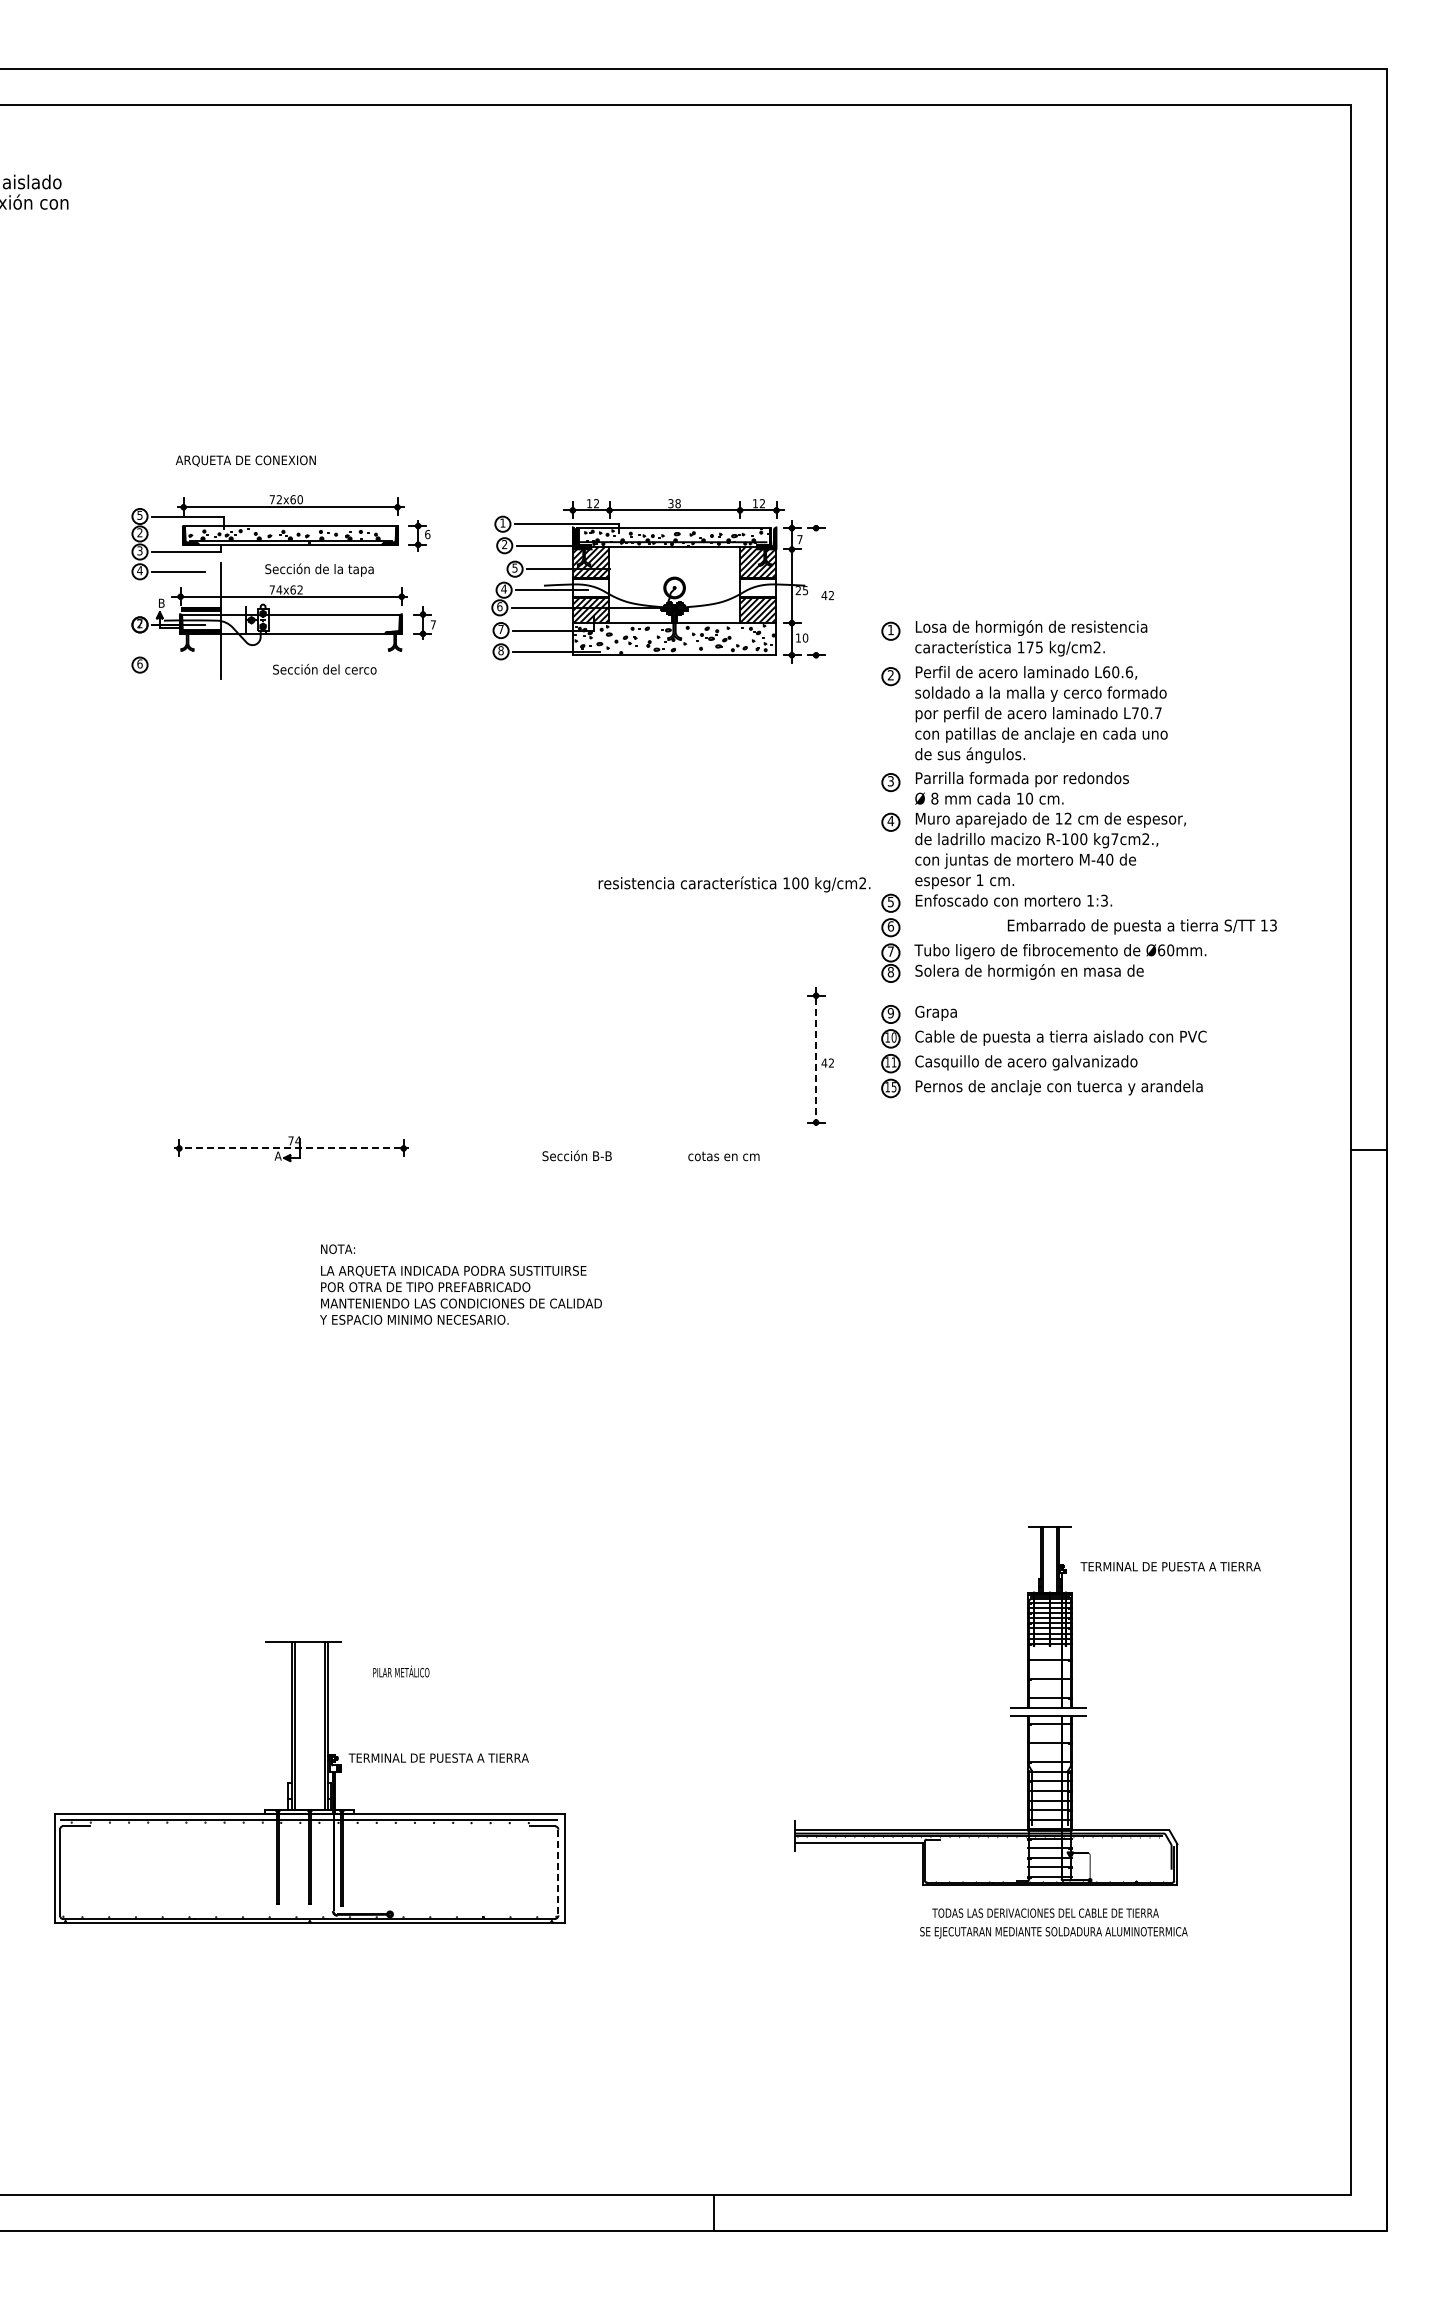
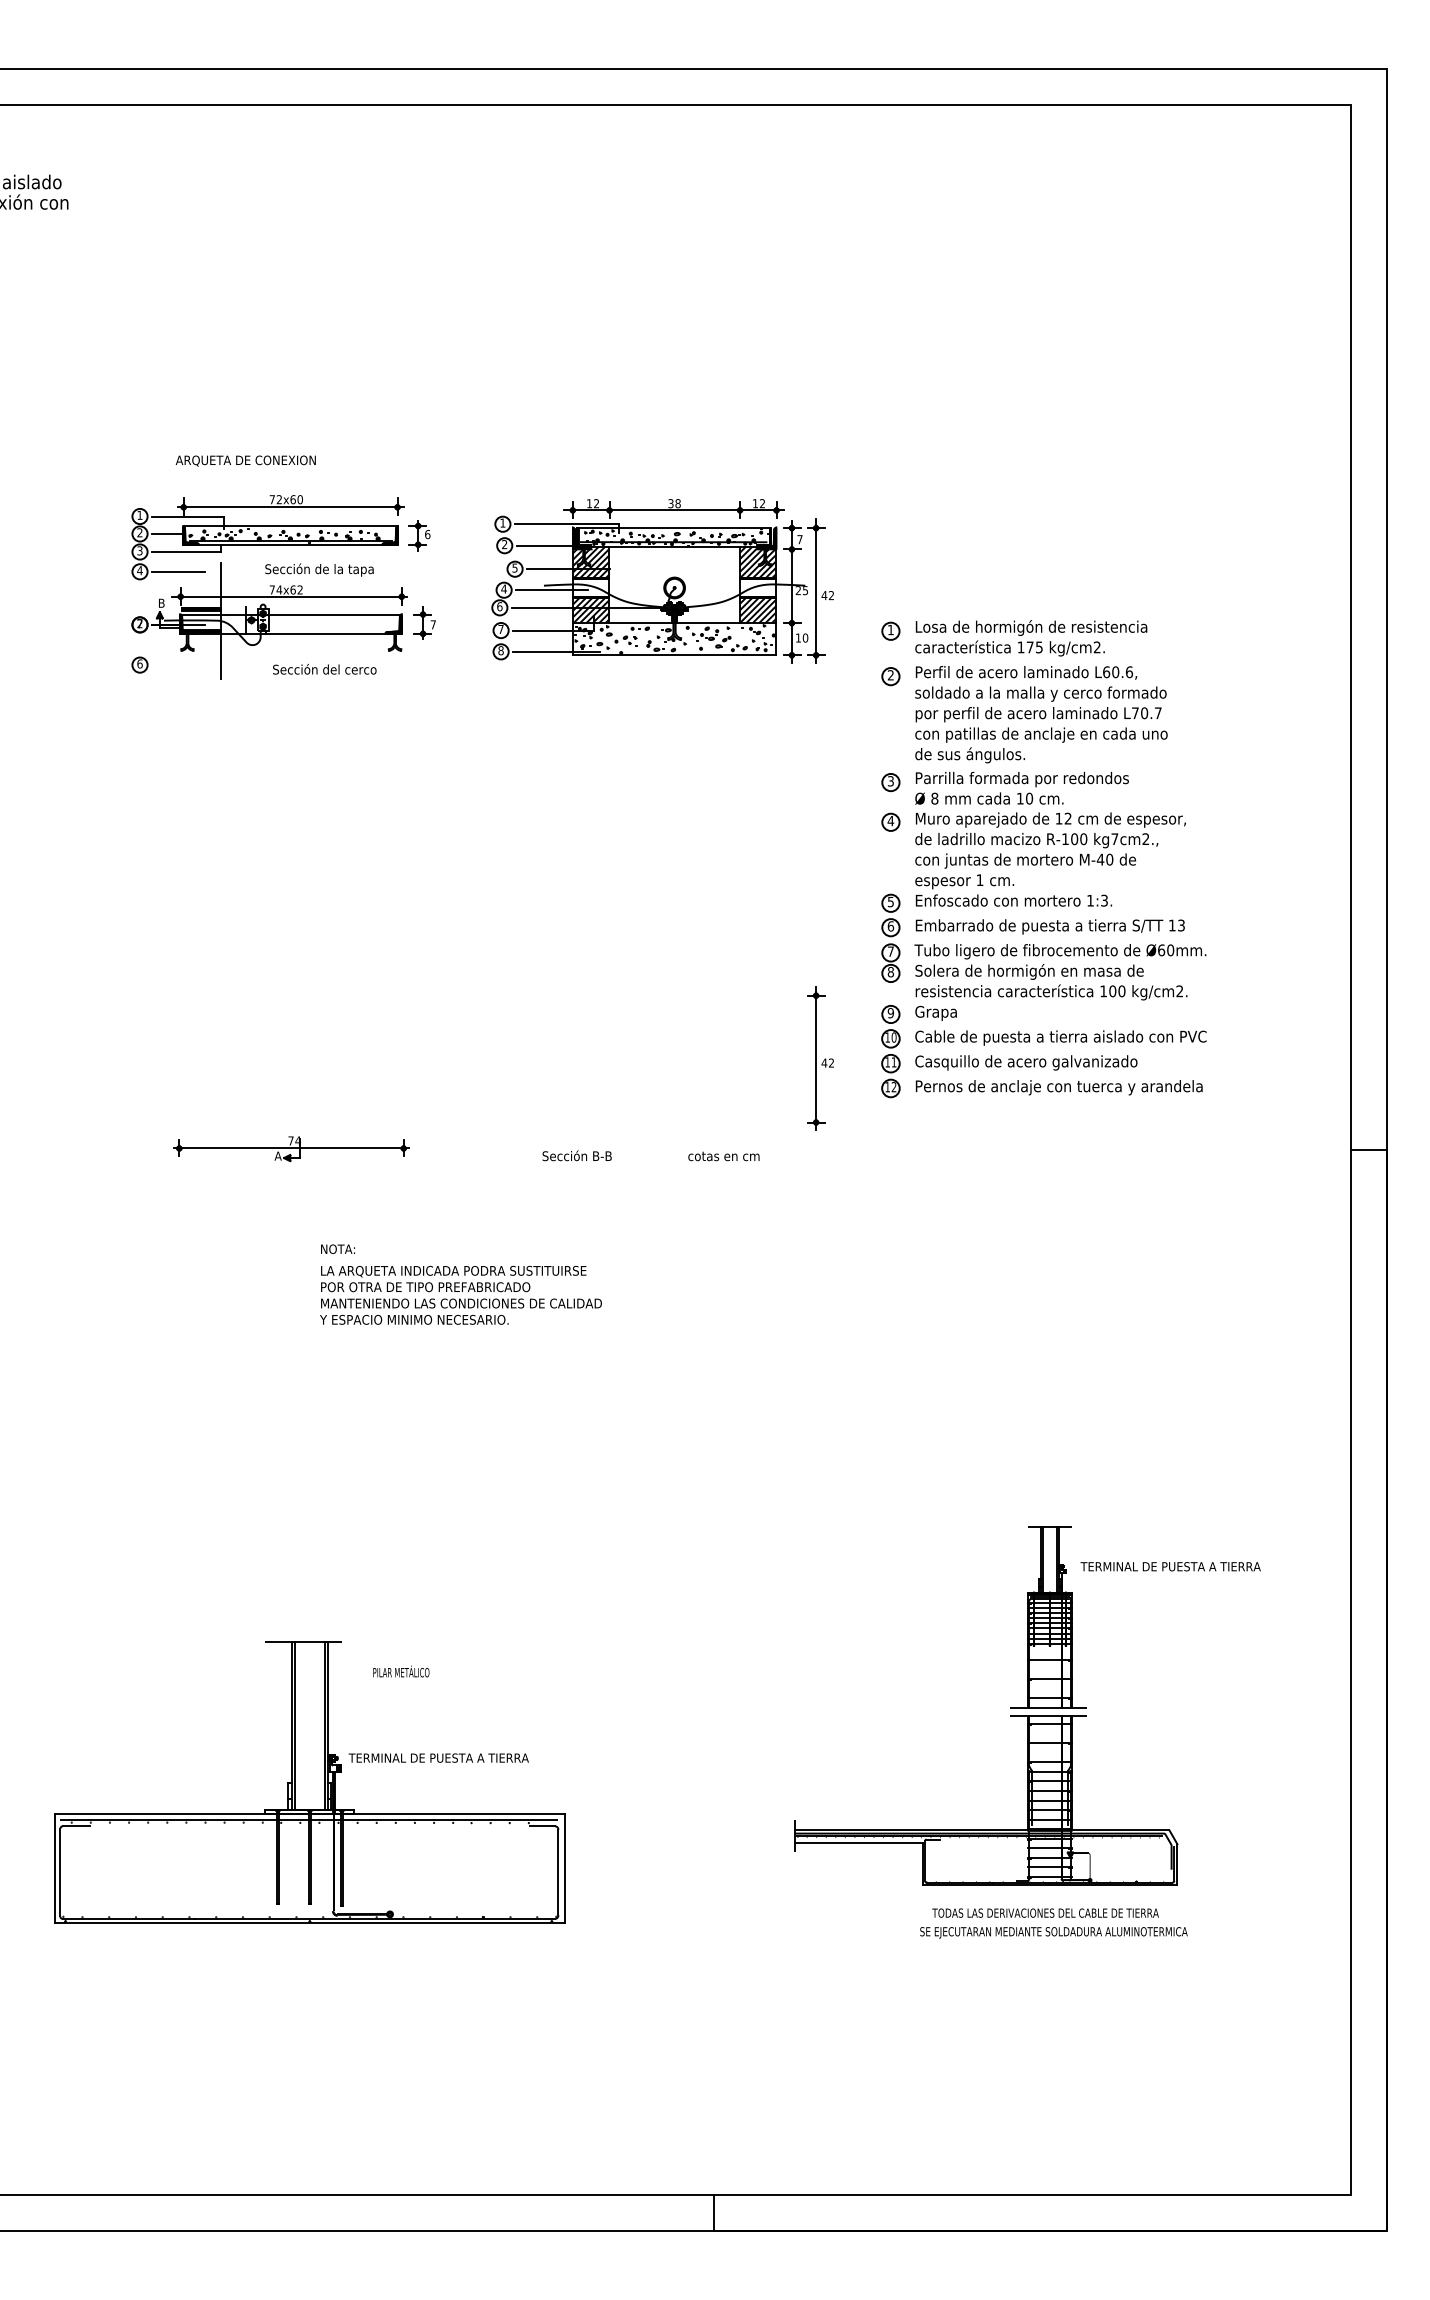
text at (139, 514): 5 -> 1
line at (167, 533): none -> present
line at (816, 590): none -> present
text at (734, 884) position: (734, 884) -> (1051, 992)
text at (1141, 926) position: (1141, 926) -> (1049, 926)
line at (816, 1058): dashed -> solid
text at (893, 1087): 15 -> 12
line at (291, 1148): dashed -> solid
line at (558, 1872): dashed -> solid
